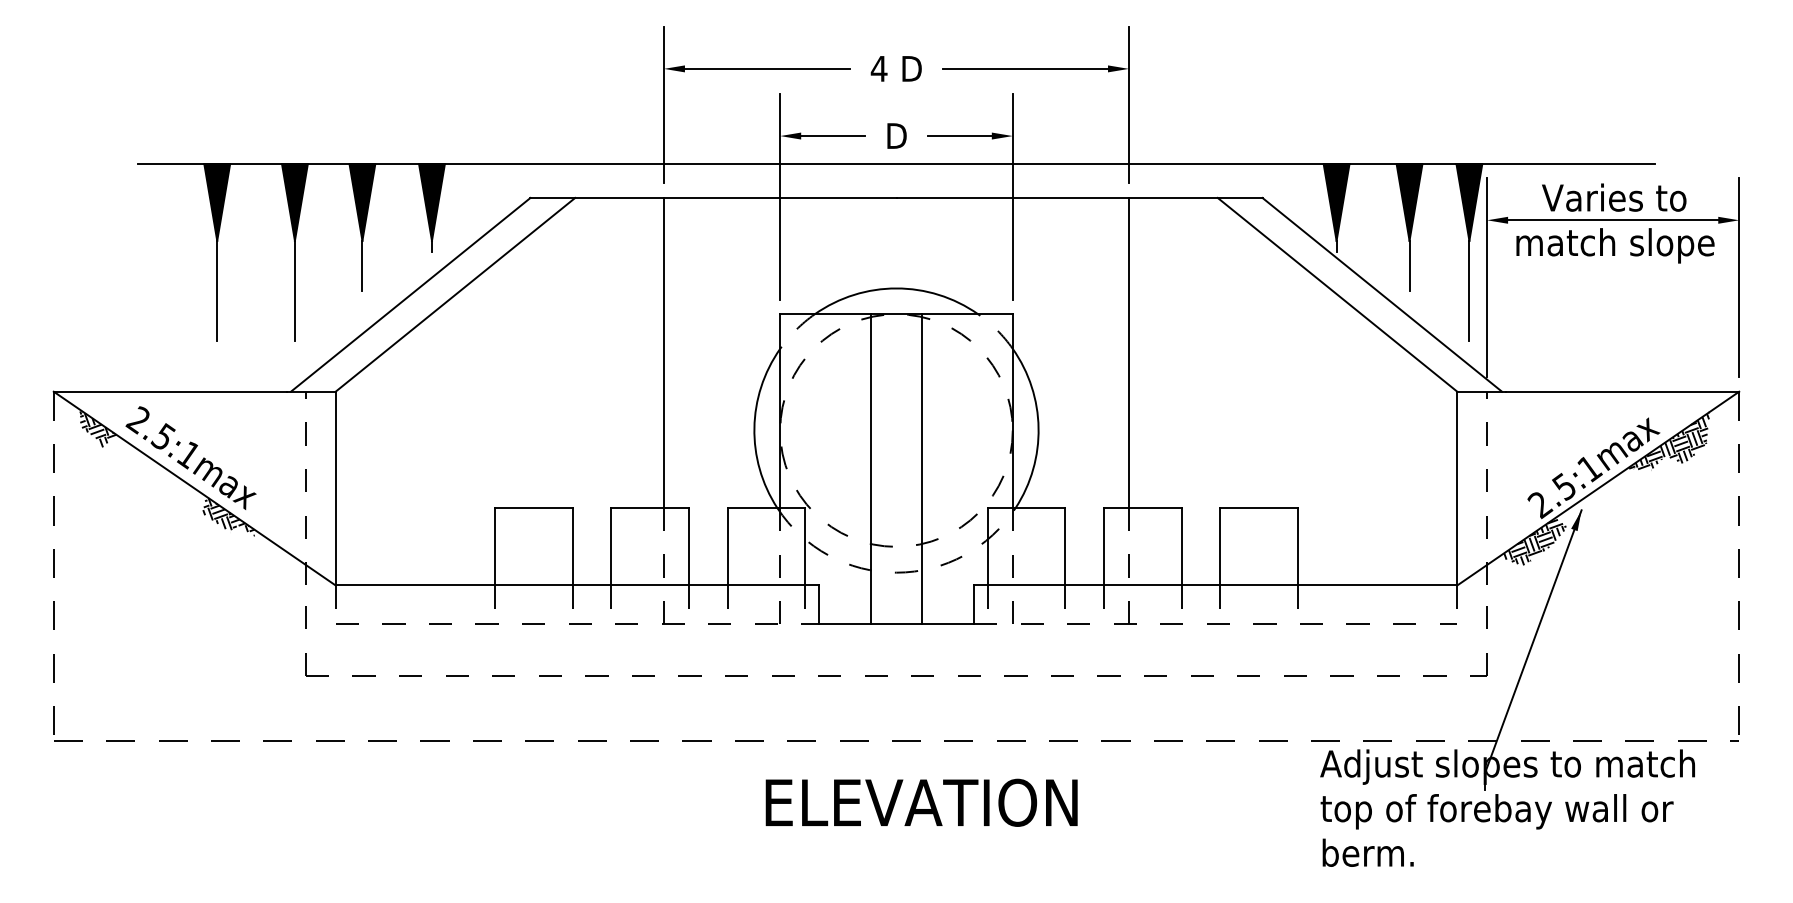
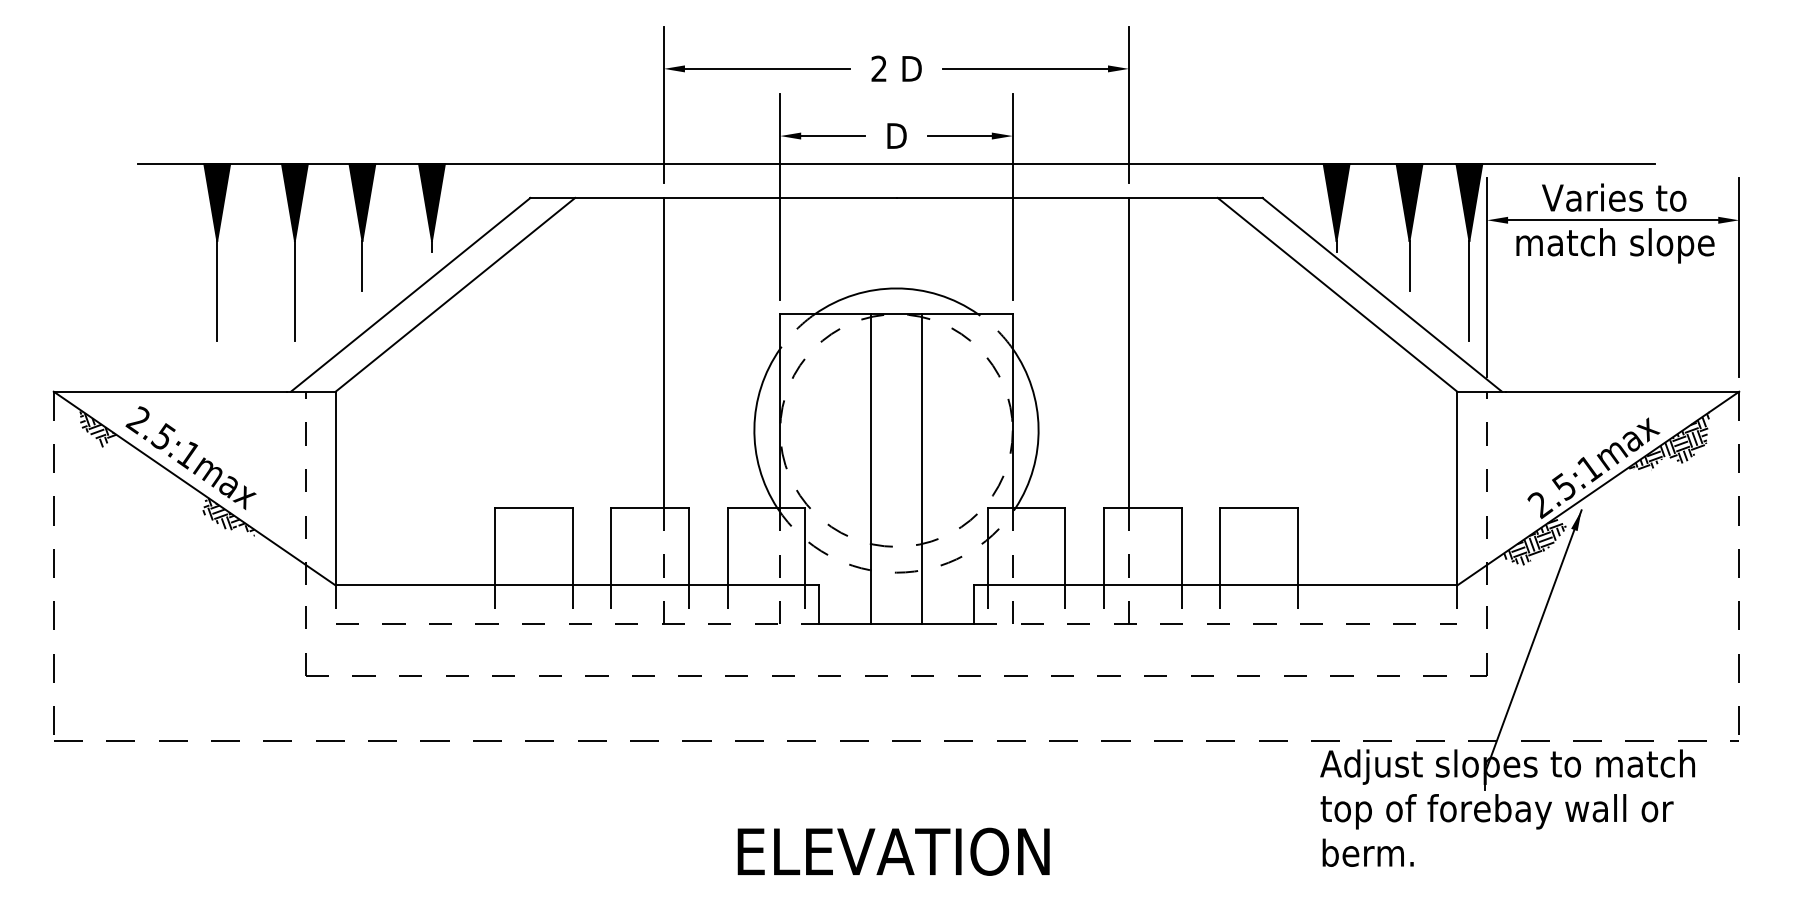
text at (878, 68): 4 -> 2
text at (921, 802) position: (921, 802) -> (893, 851)
